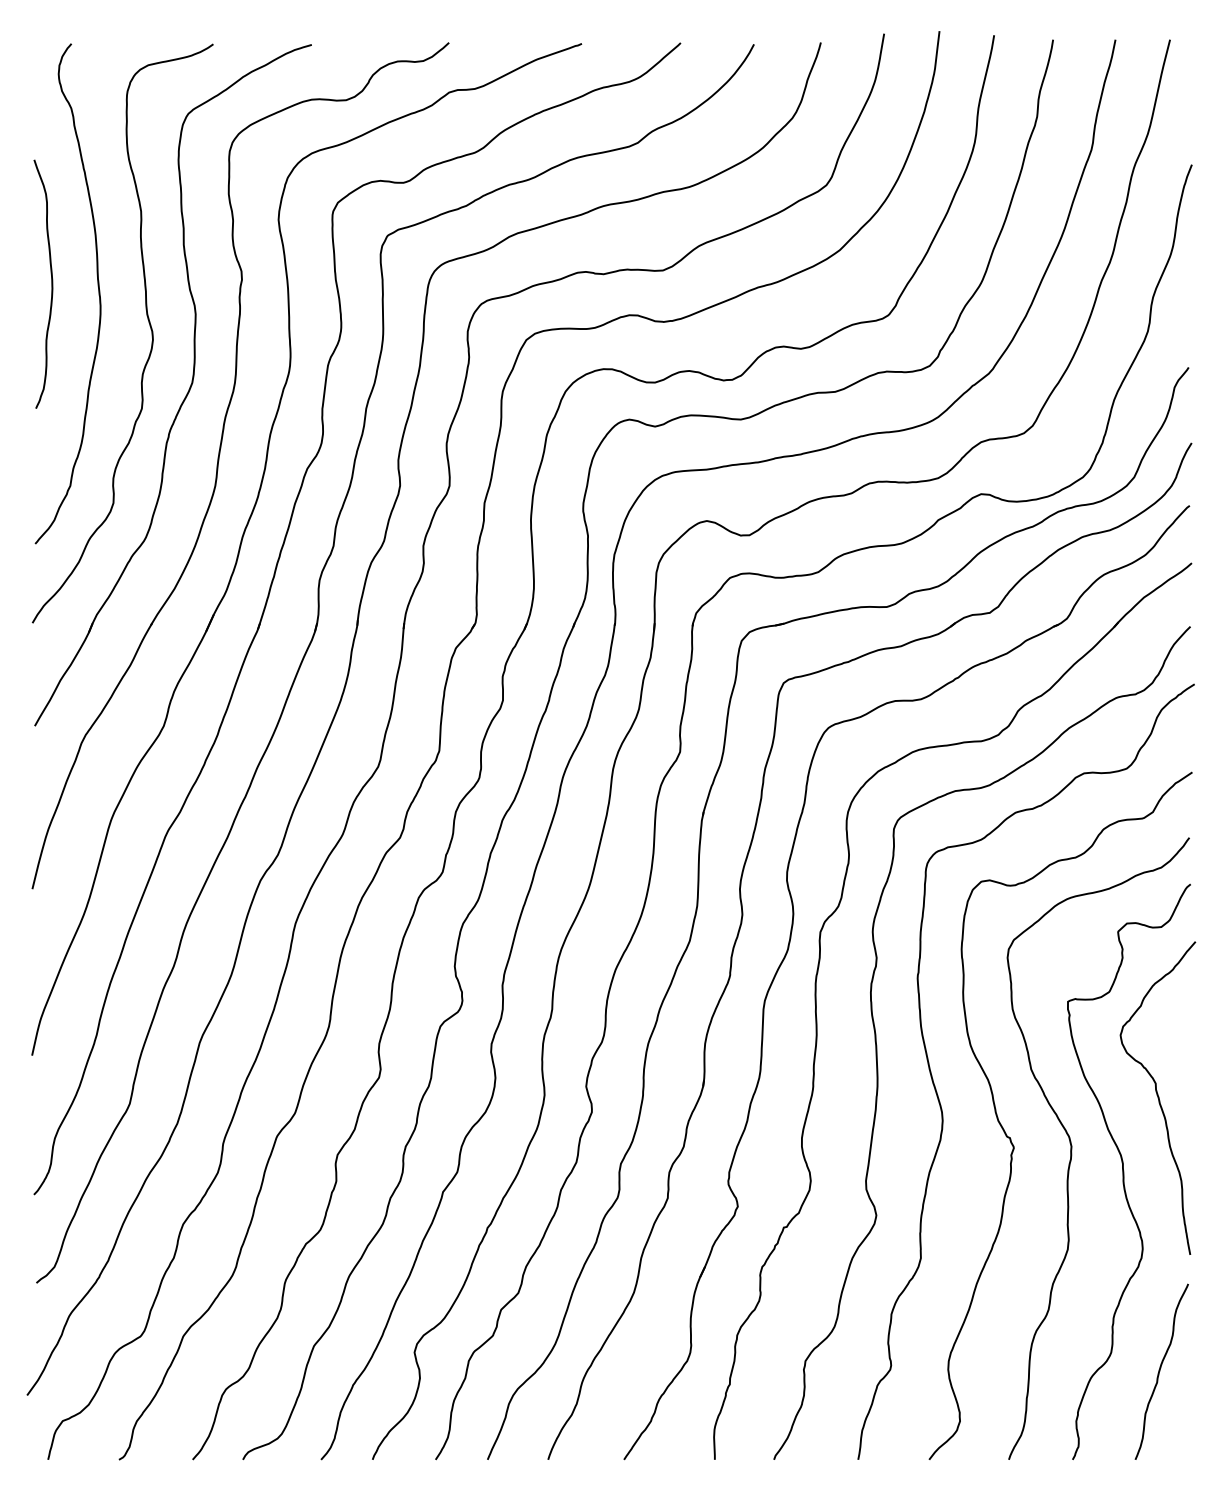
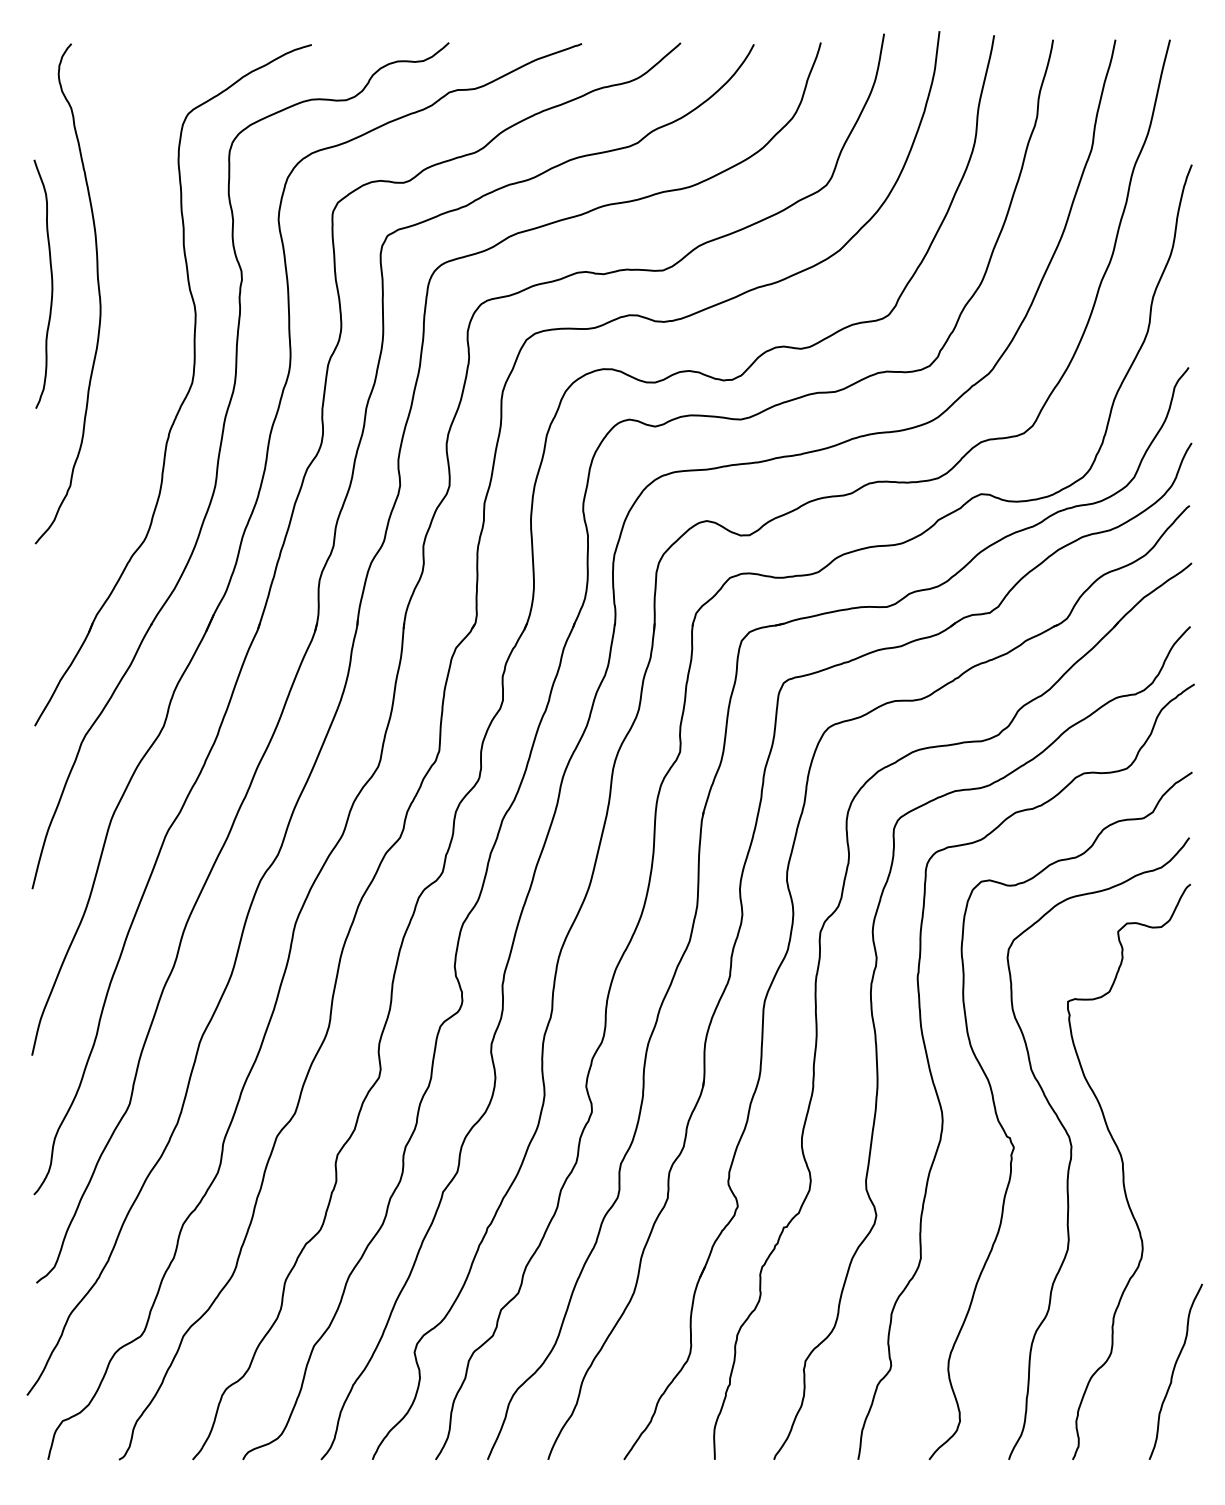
curve at (149, 326): present -> none
curve at (1157, 1097): present -> none
curve at (1160, 1371) position: (1160, 1371) -> (1174, 1371)
